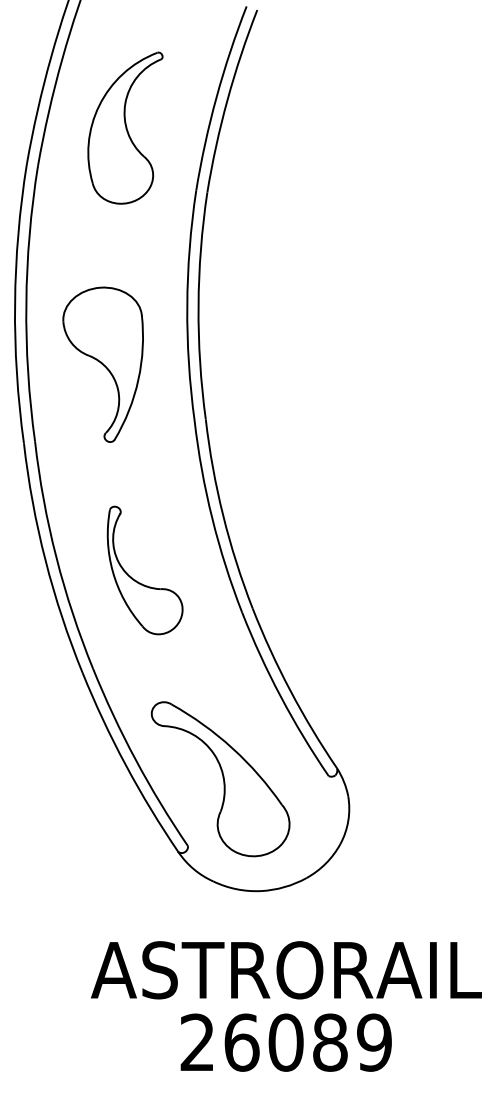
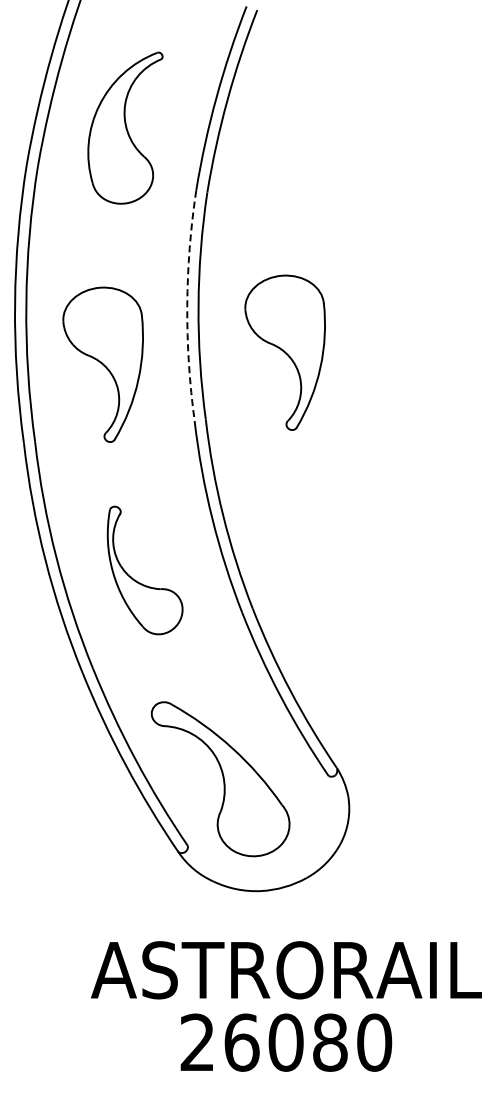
arc at (187, 305): solid -> dashed
part at (284, 352): none -> present
text at (374, 1042): 26089 -> 26080
